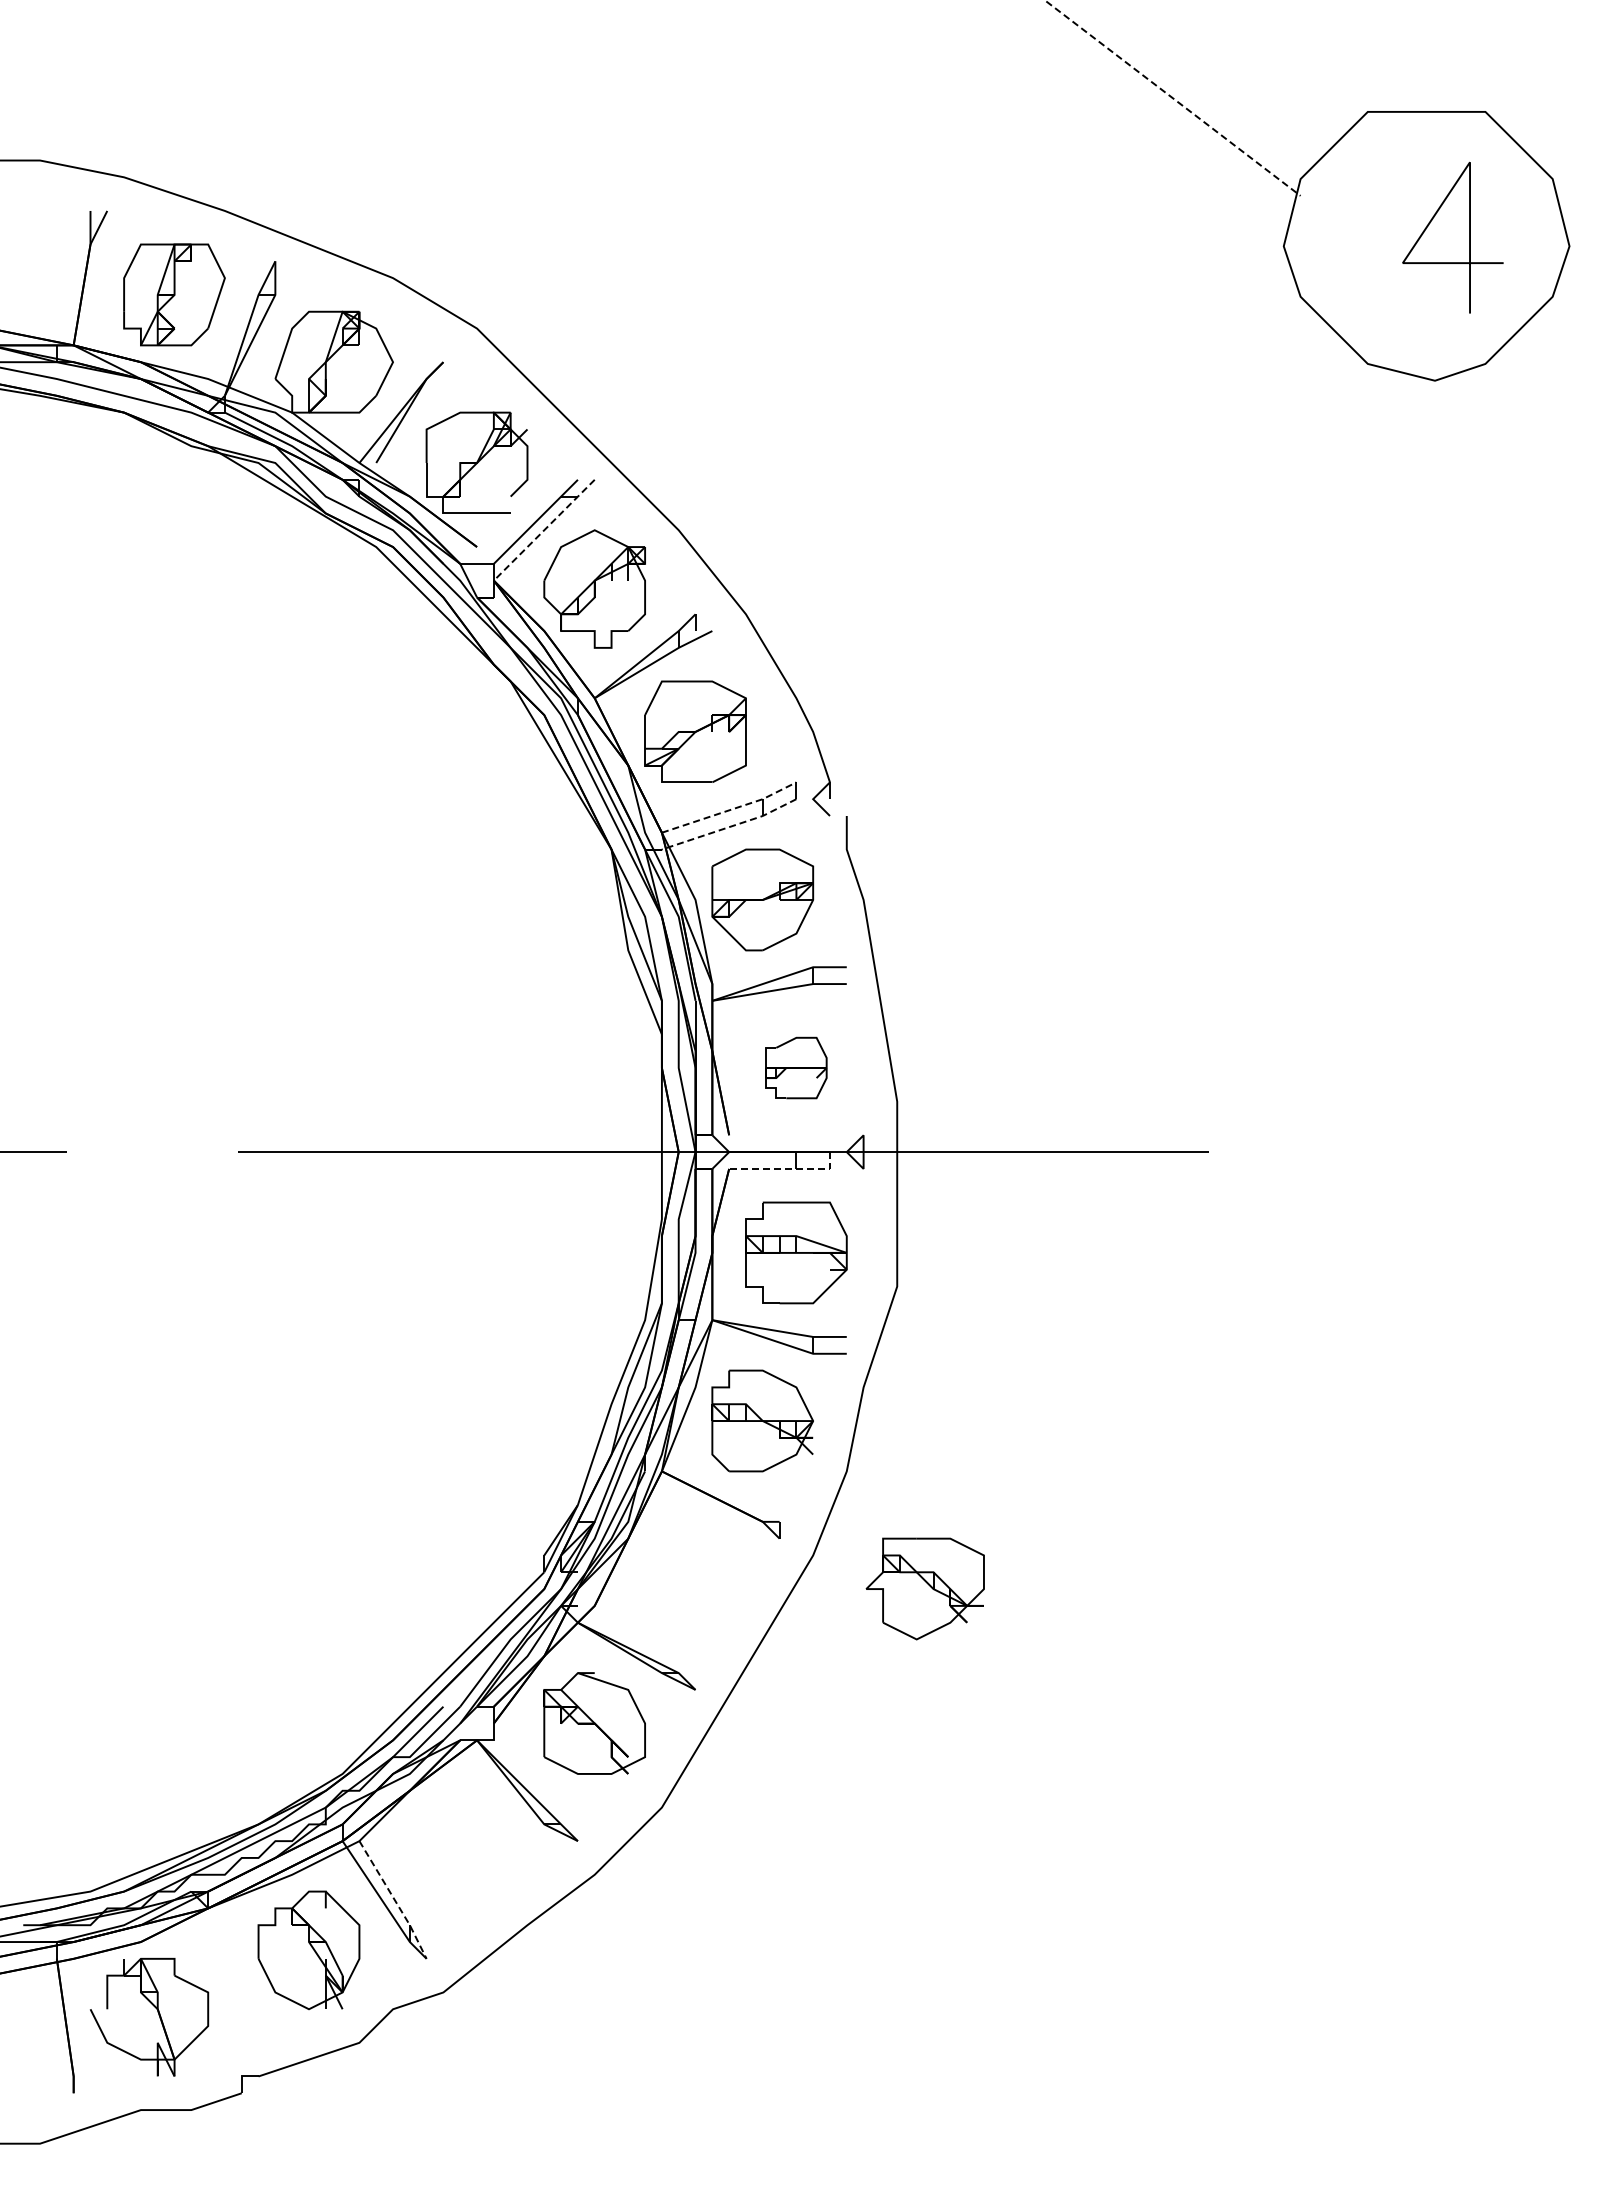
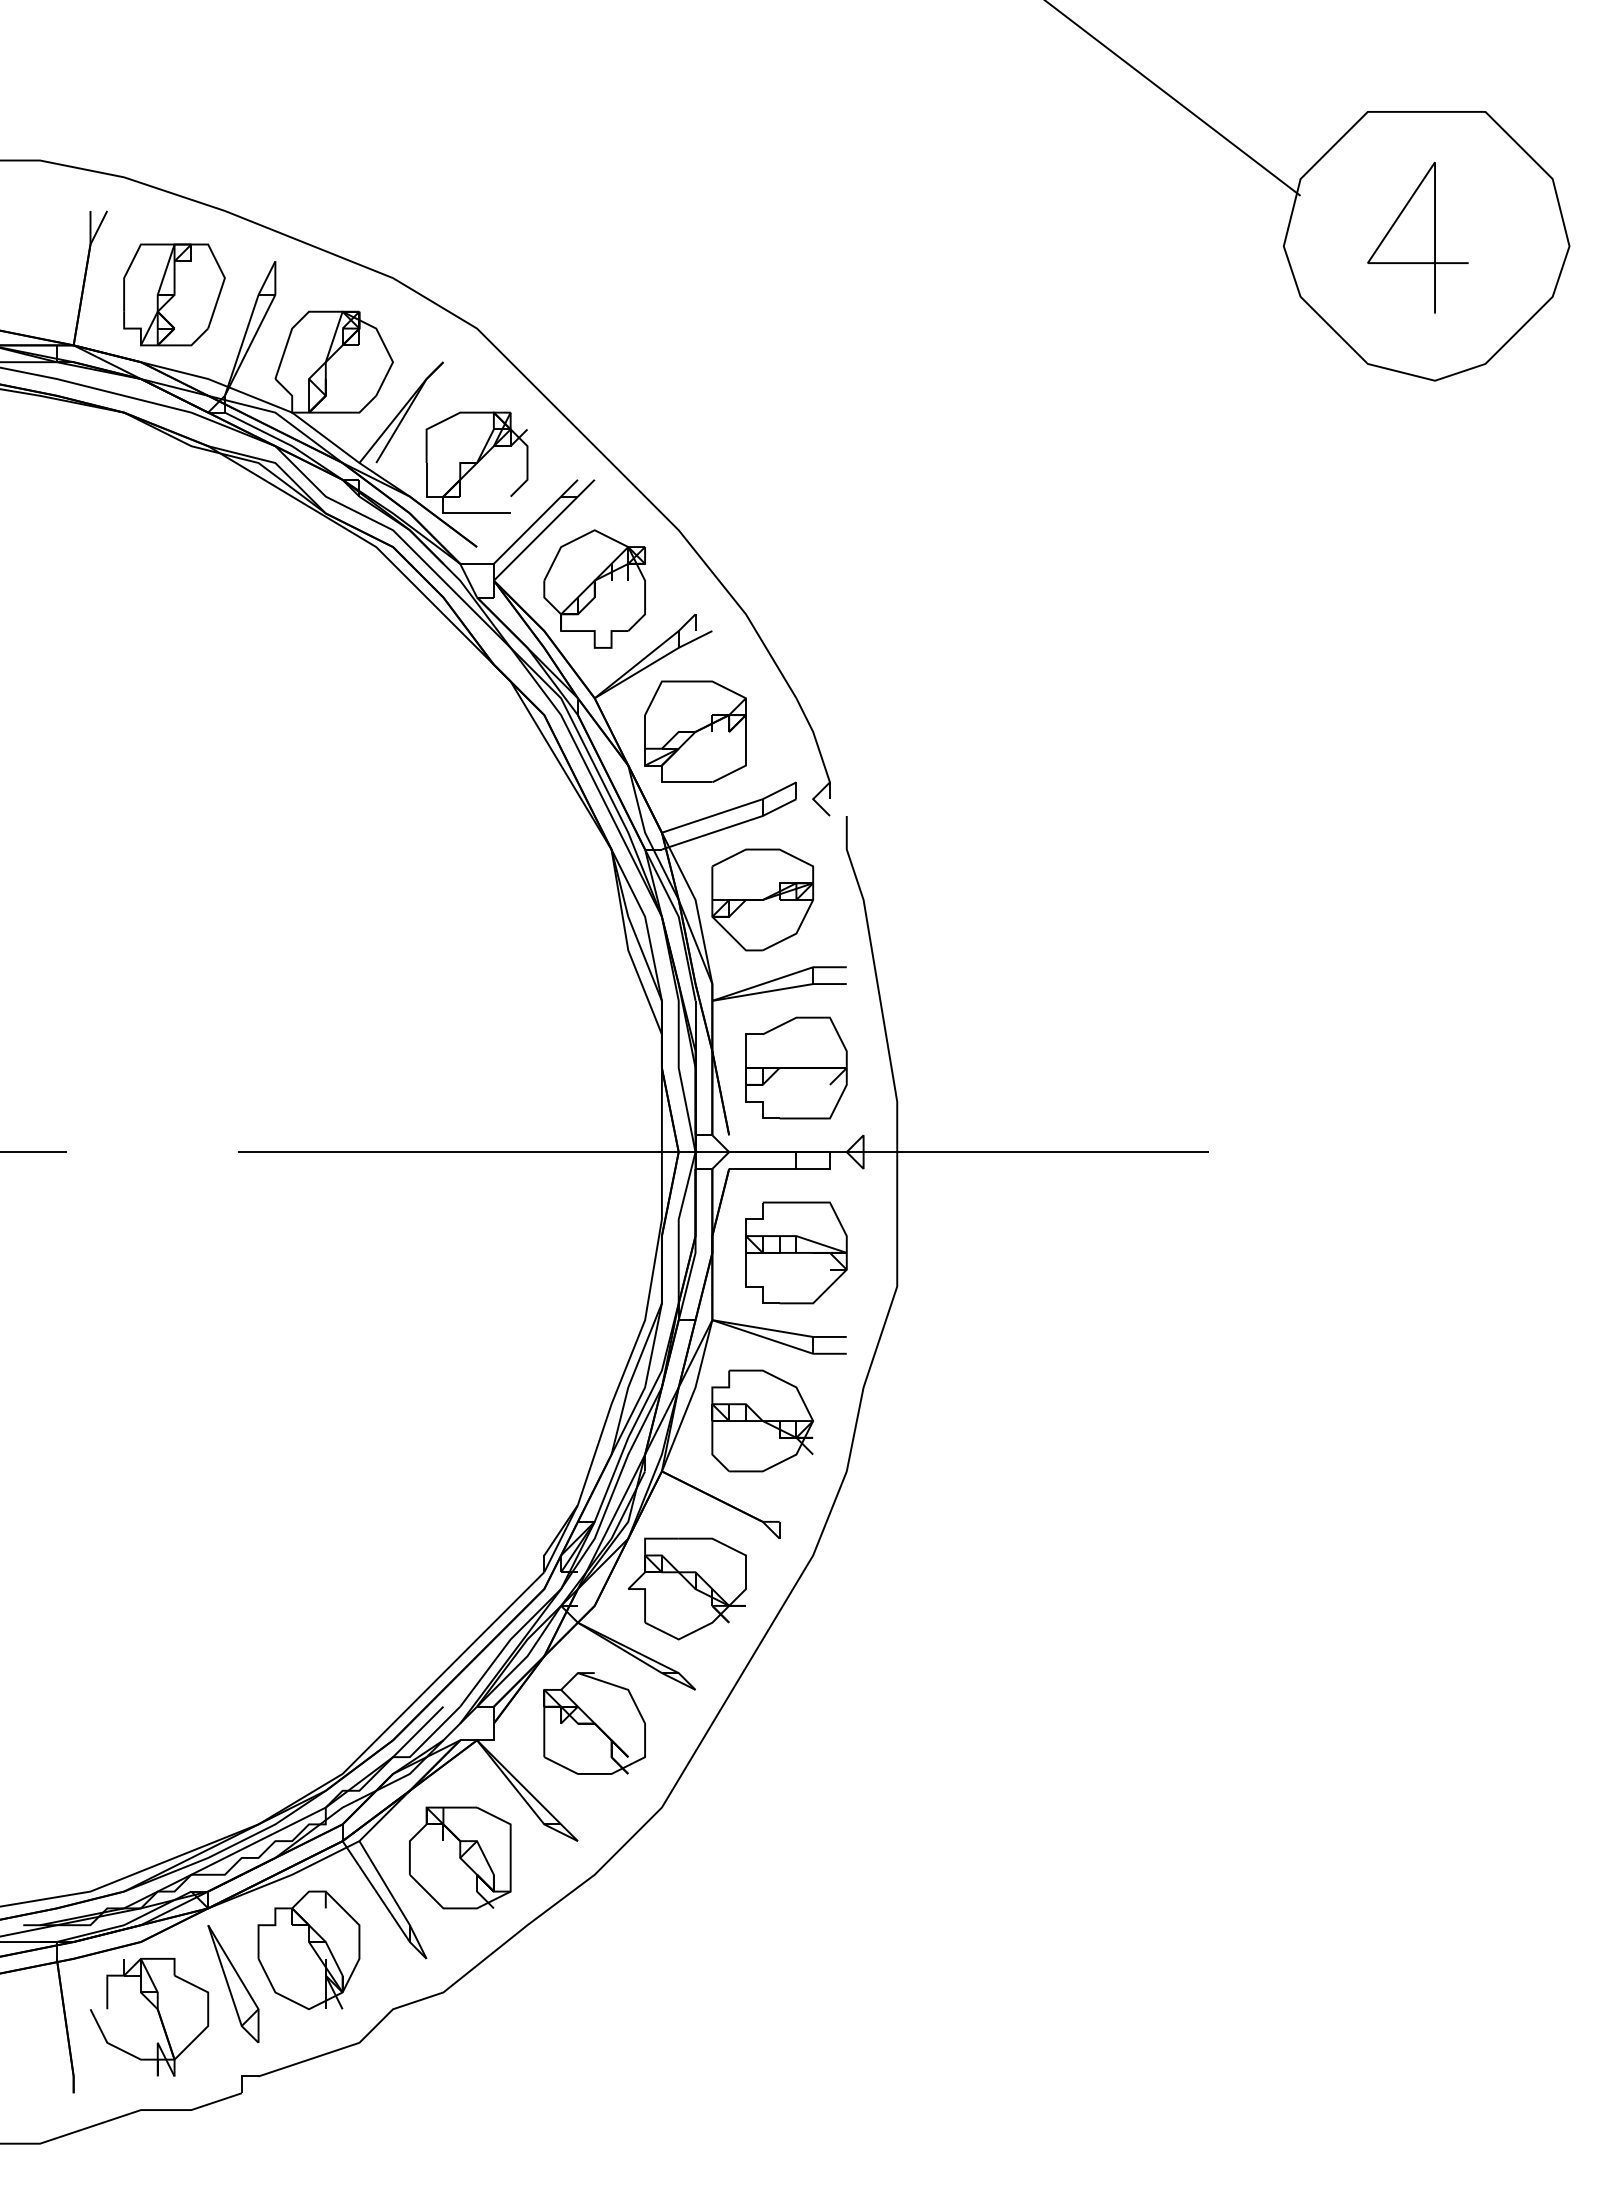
line at (1172, 98): dashed -> solid
line at (1469, 237) position: (1469, 237) -> (1434, 237)
line at (544, 529): dashed -> solid
line at (730, 809): dashed -> solid
line at (730, 826): dashed -> solid
part at (796, 1067) size: 63x64 px -> 103x104 px
line at (788, 1168): dashed -> solid
part at (924, 1588) position: (924, 1588) -> (686, 1588)
part at (460, 1857): none -> present
line at (394, 1899): dashed -> solid
part at (233, 1984): none -> present
